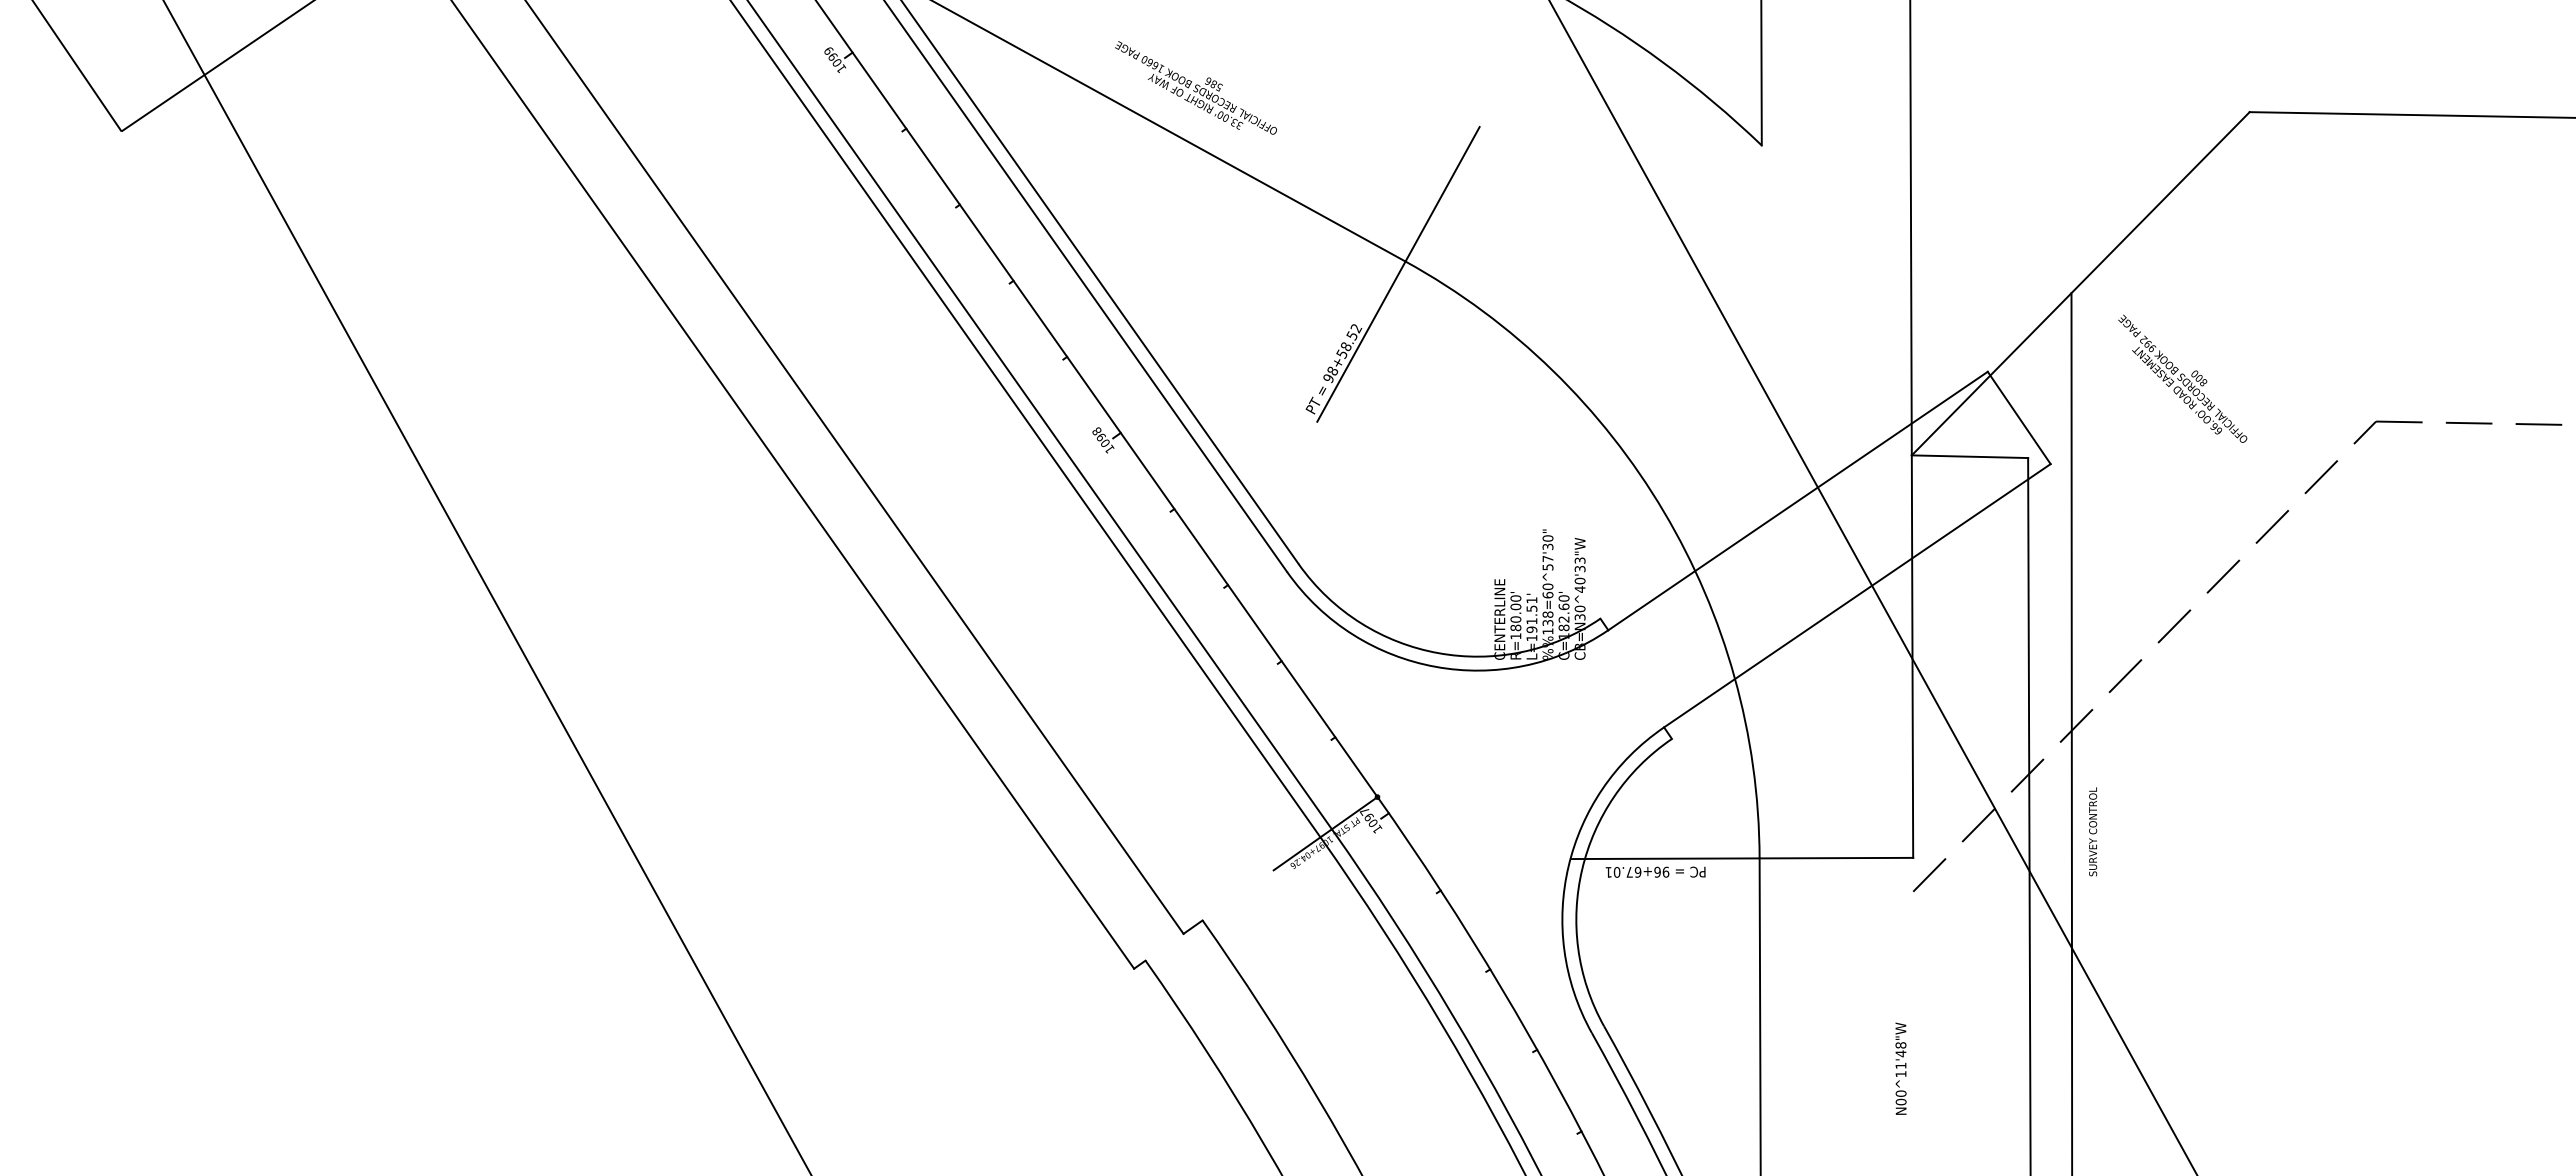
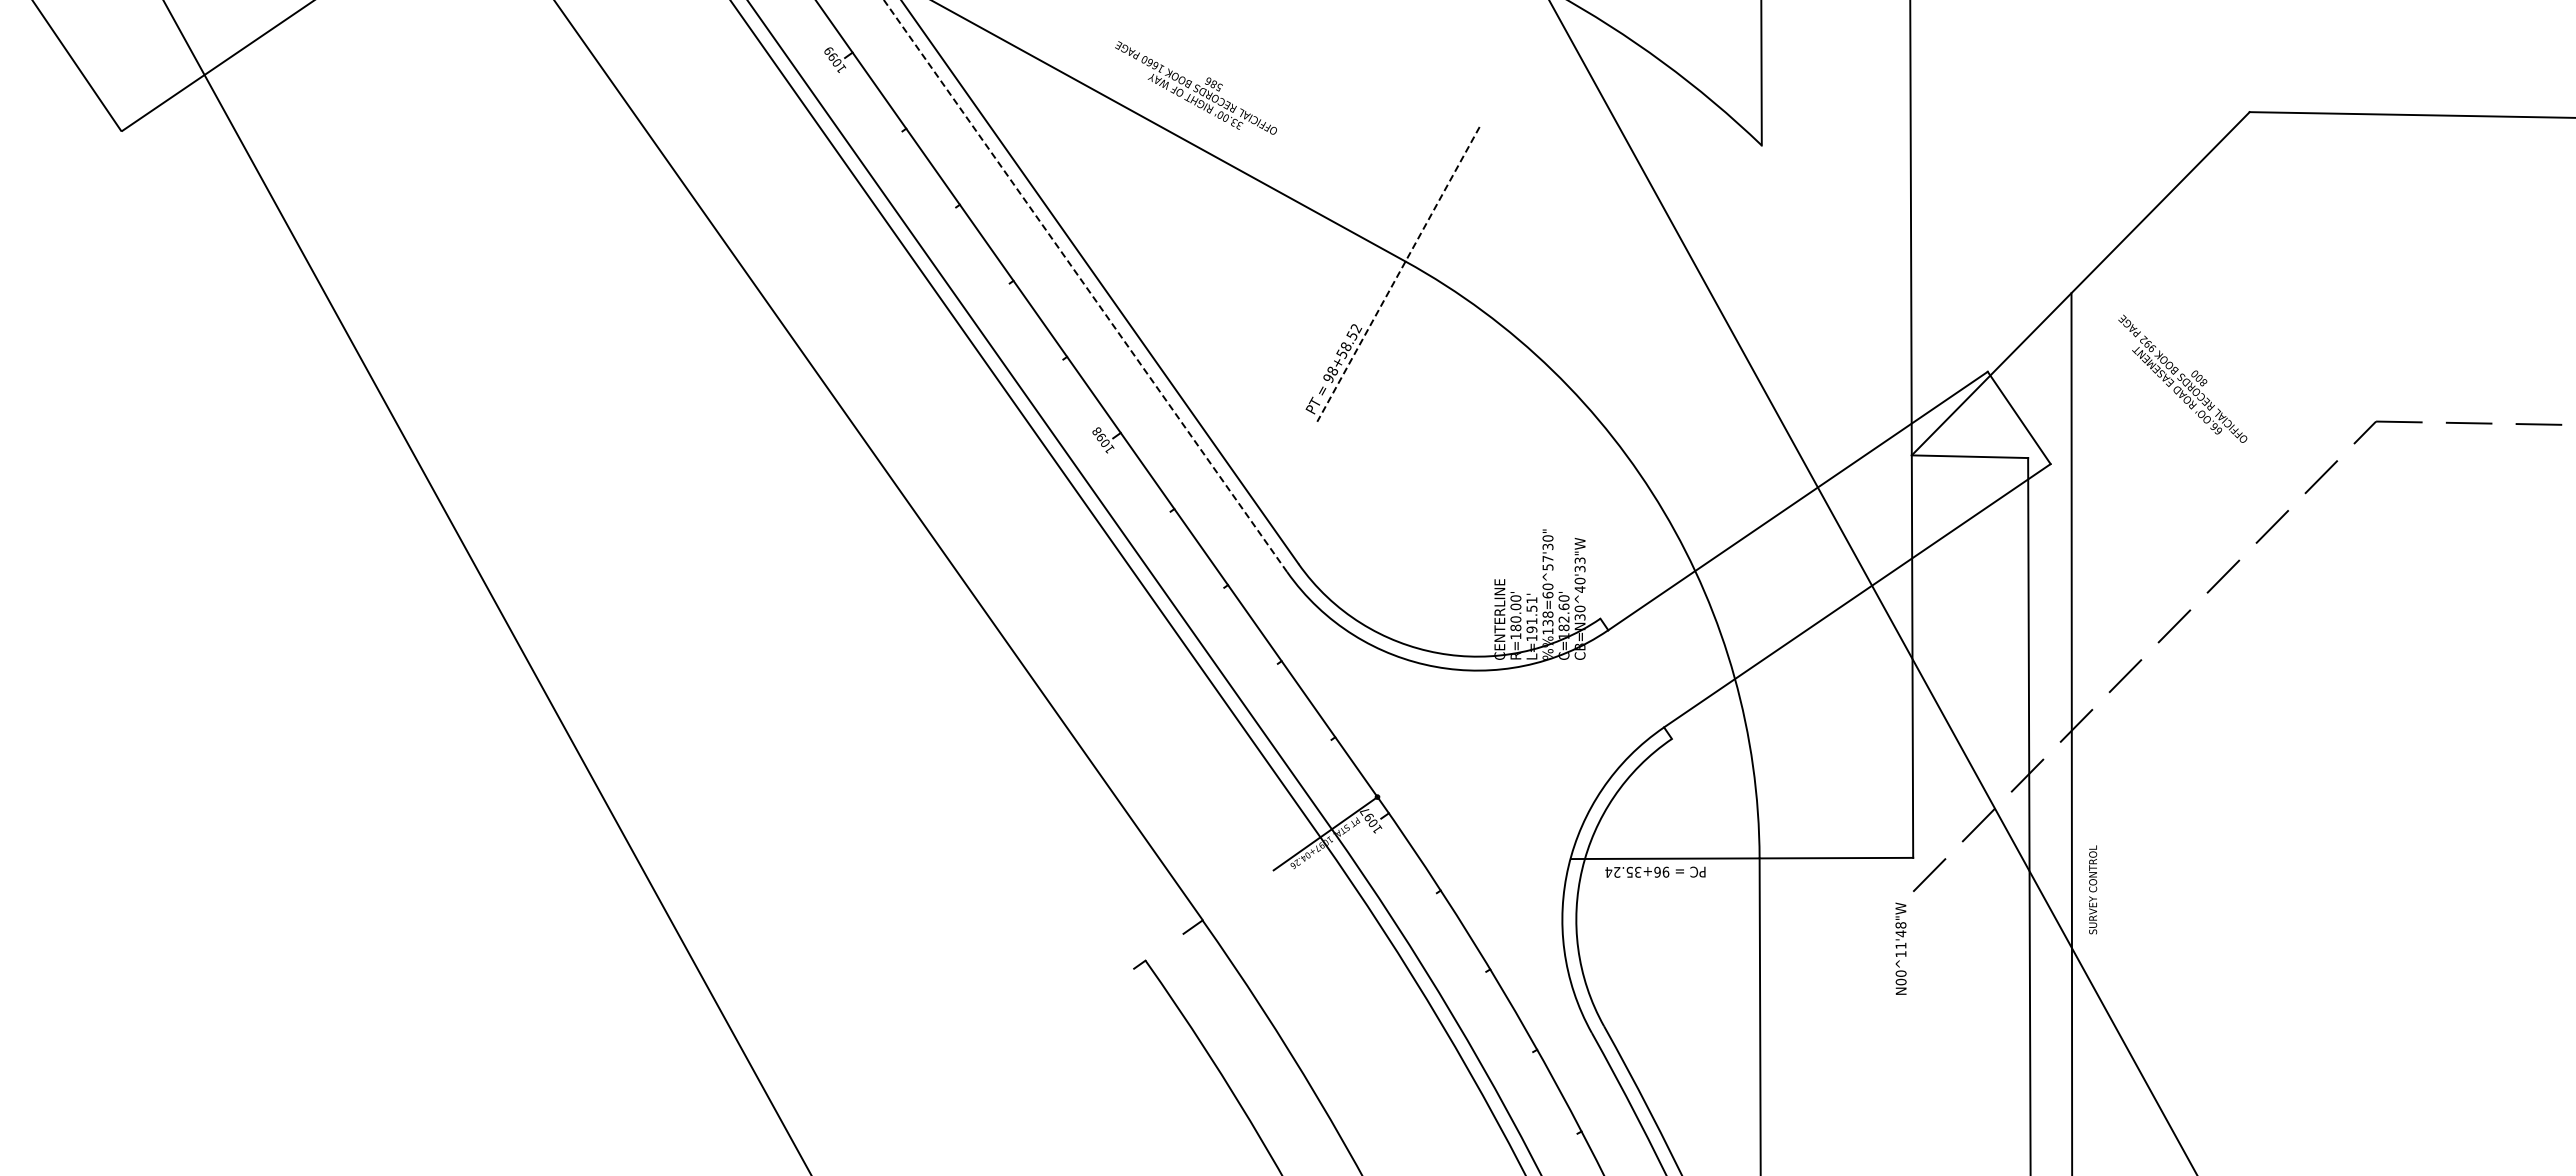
line at (1398, 274): solid -> dashed
line at (1085, 285): solid -> dashed
line at (854, 467) position: (854, 467) -> (878, 460)
line at (793, 485): present -> none
text at (2093, 831) position: (2093, 831) -> (2093, 889)
text at (1623, 871): 96+67.01 -> 96+35.24
text at (1900, 1068) position: (1900, 1068) -> (1900, 948)
